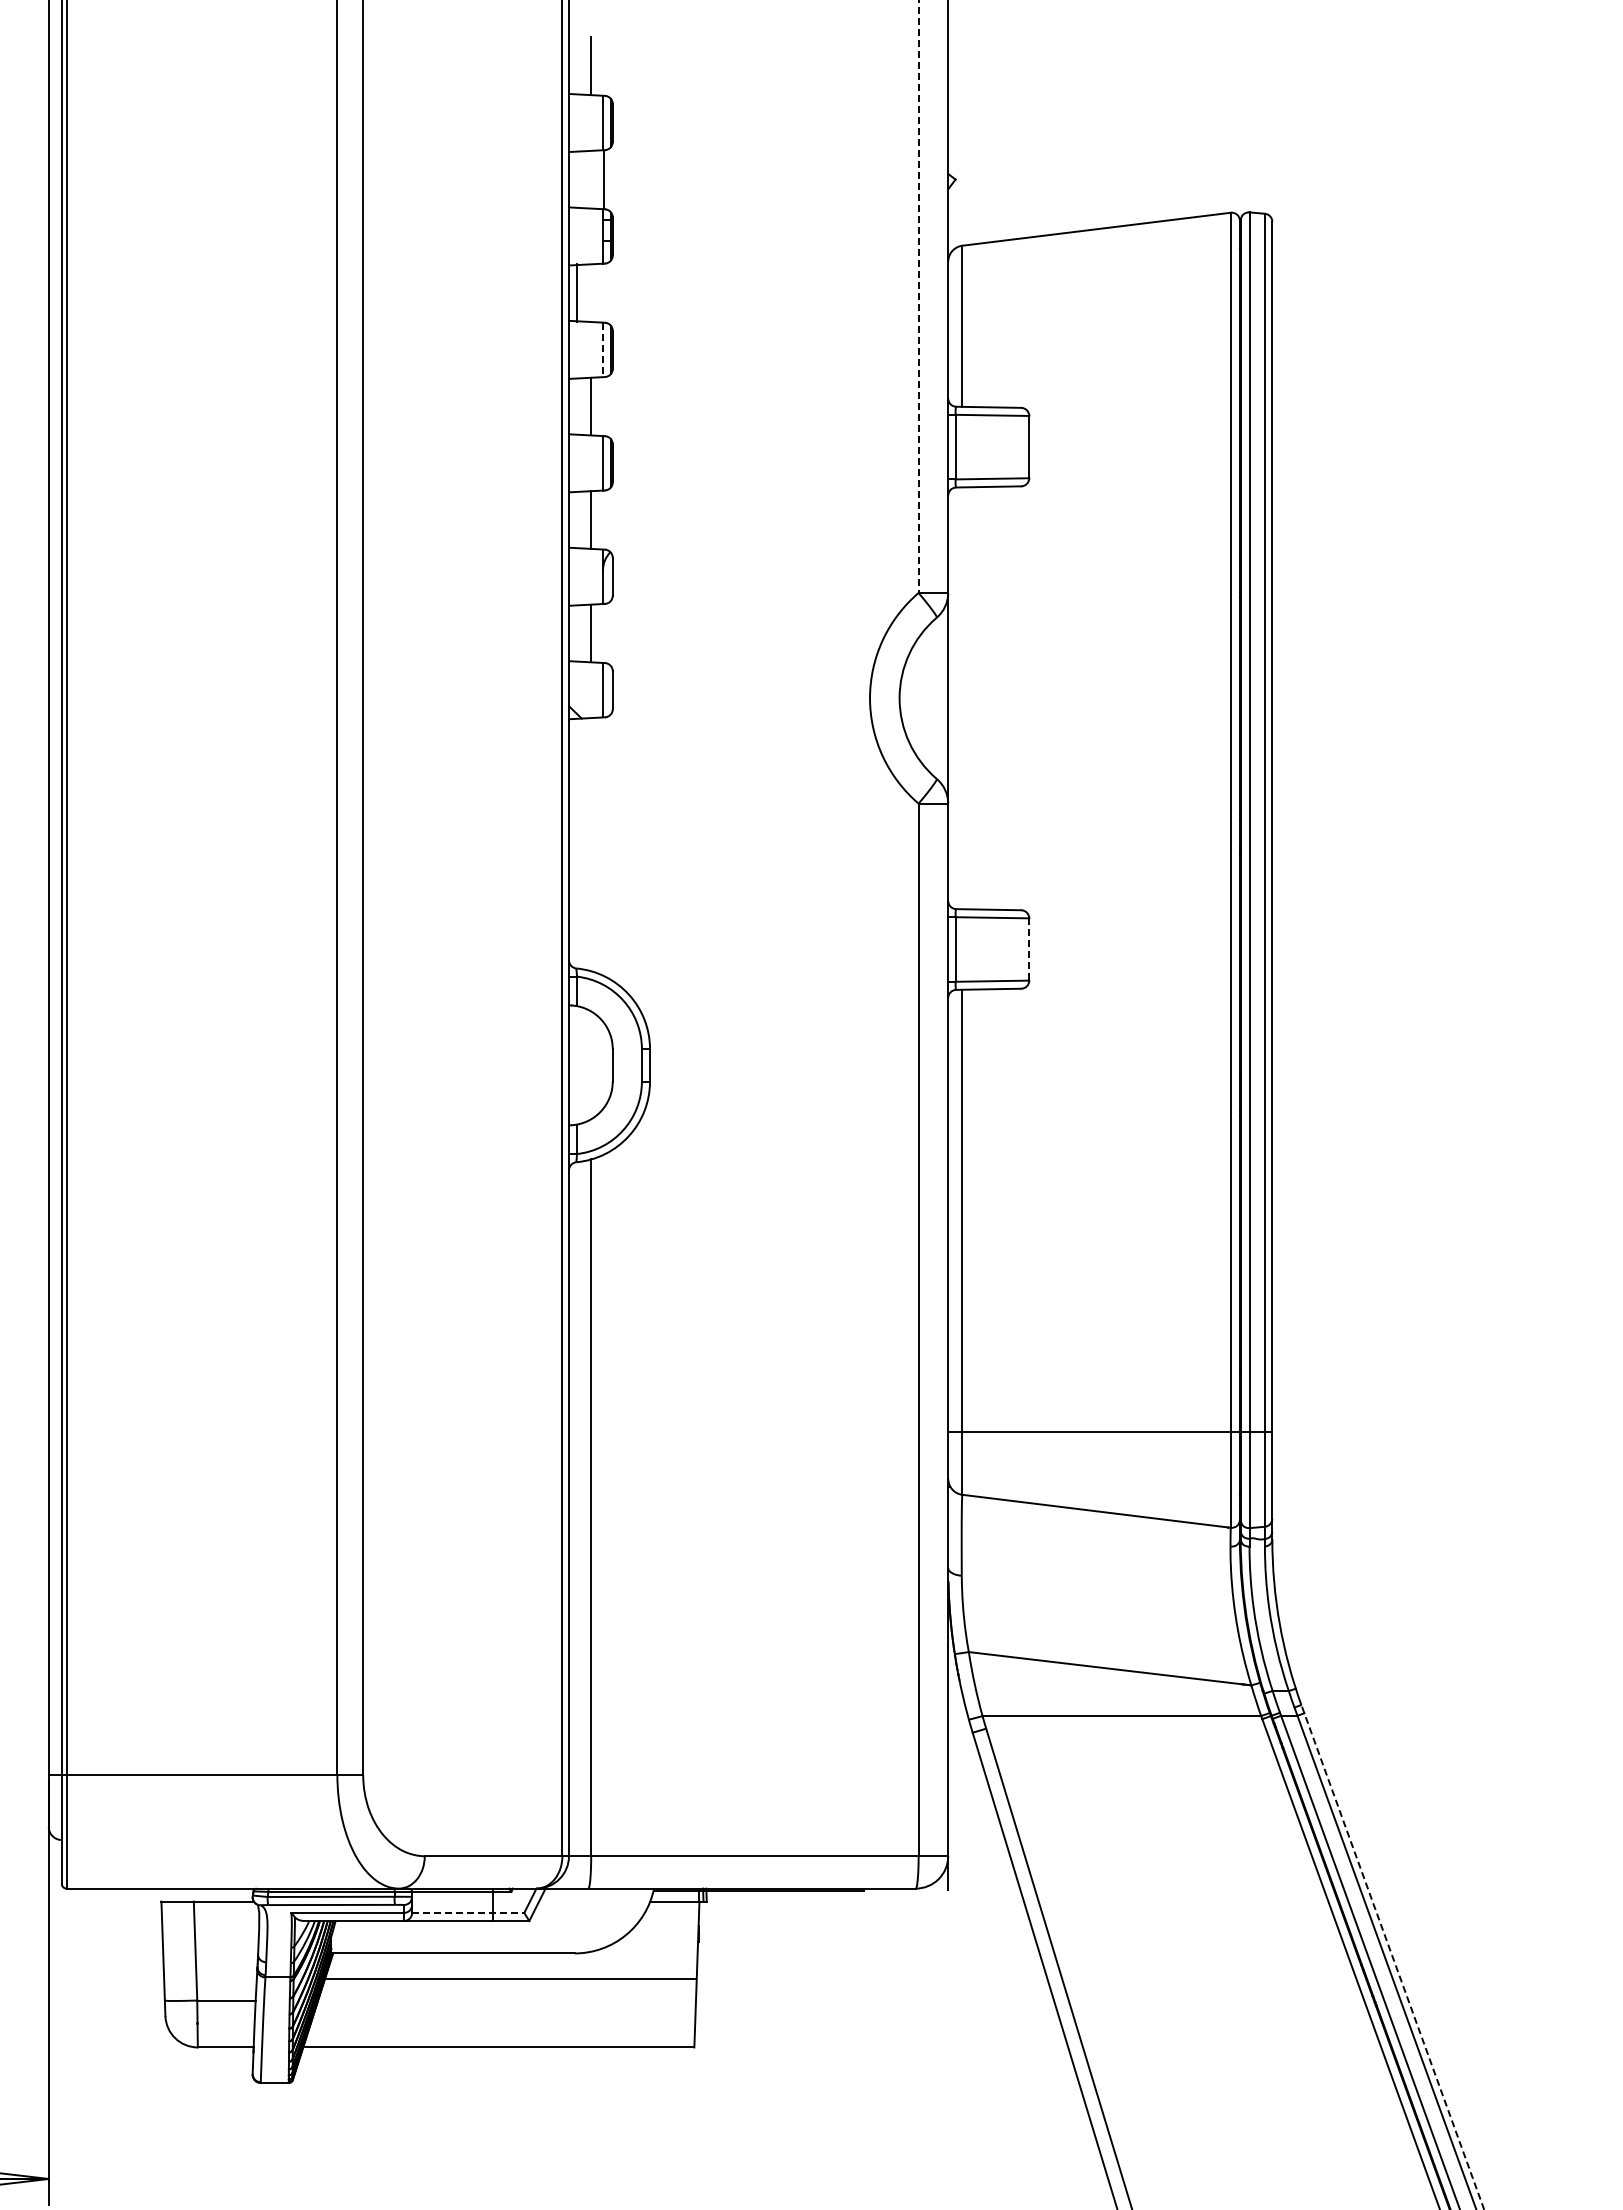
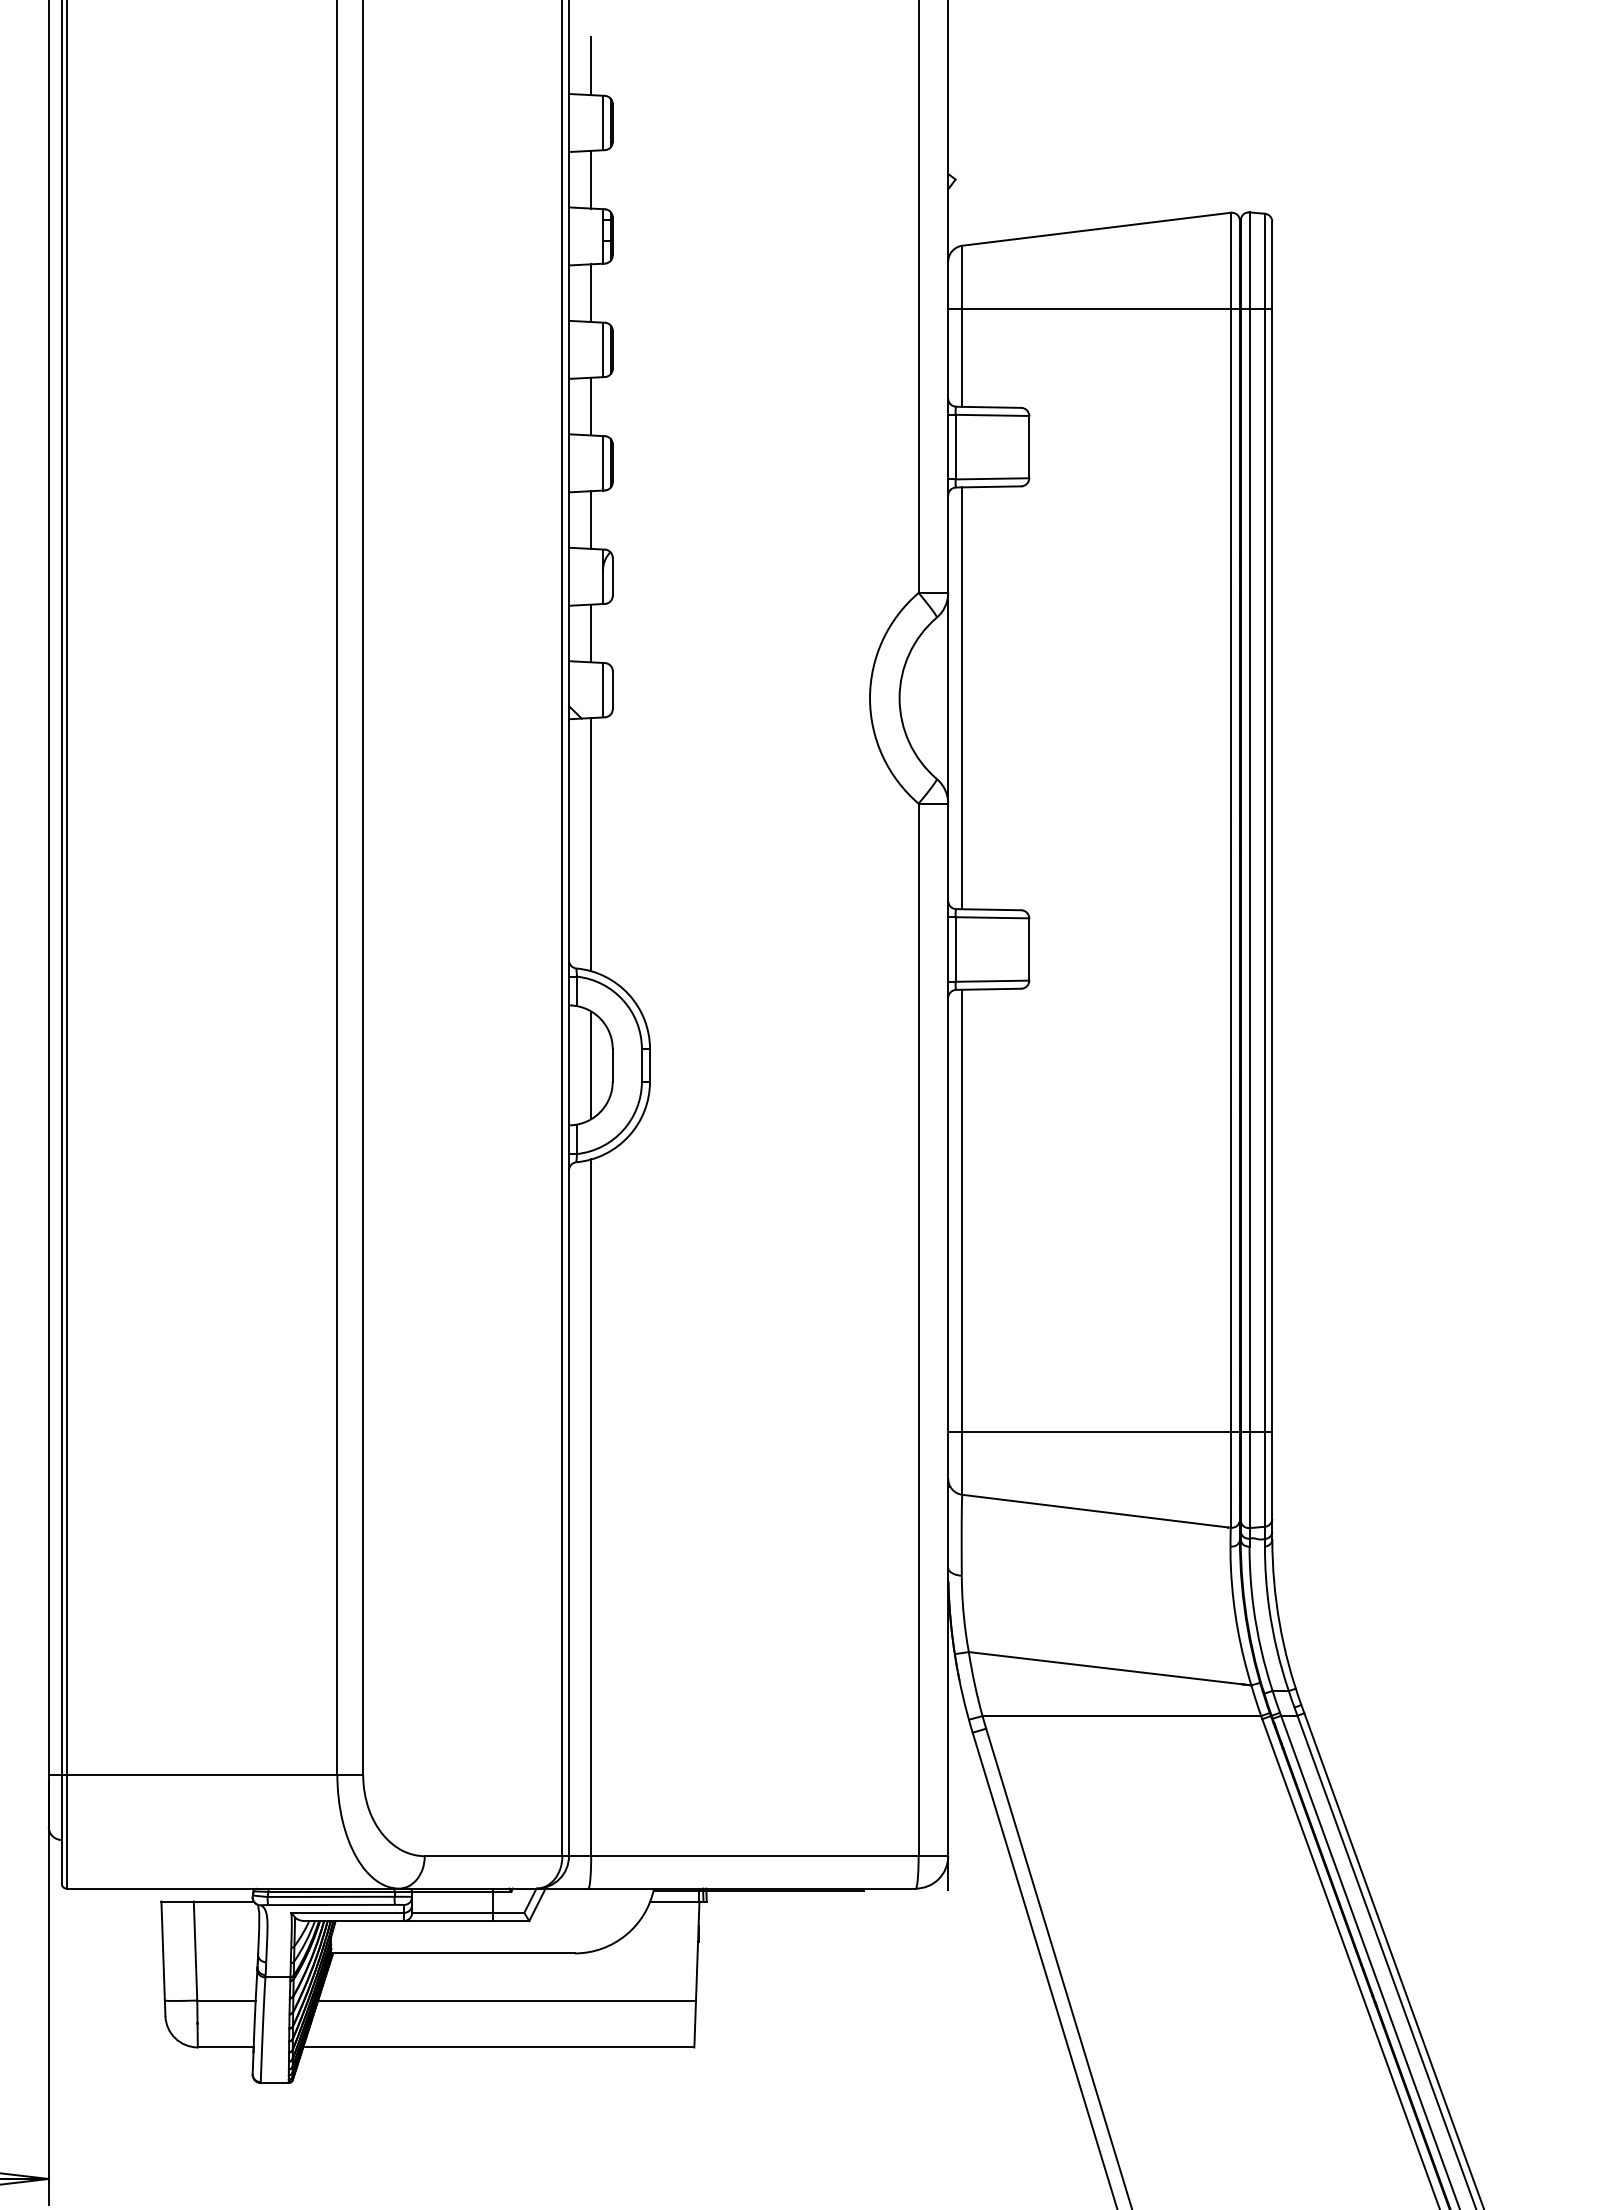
line at (604, 179) position: (604, 179) -> (591, 179)
line at (577, 293) position: (577, 293) -> (591, 293)
line at (918, 297): dashed -> solid
line at (1110, 308): none -> present
line at (603, 350): dashed -> solid
line at (962, 698): none -> present
line at (591, 844): none -> present
line at (1029, 950): dashed -> solid
line at (591, 1065): none -> present
line at (468, 1912): dashed -> solid
line at (1392, 1956): dashed -> solid
line at (507, 1978) position: (507, 1978) -> (507, 2000)
